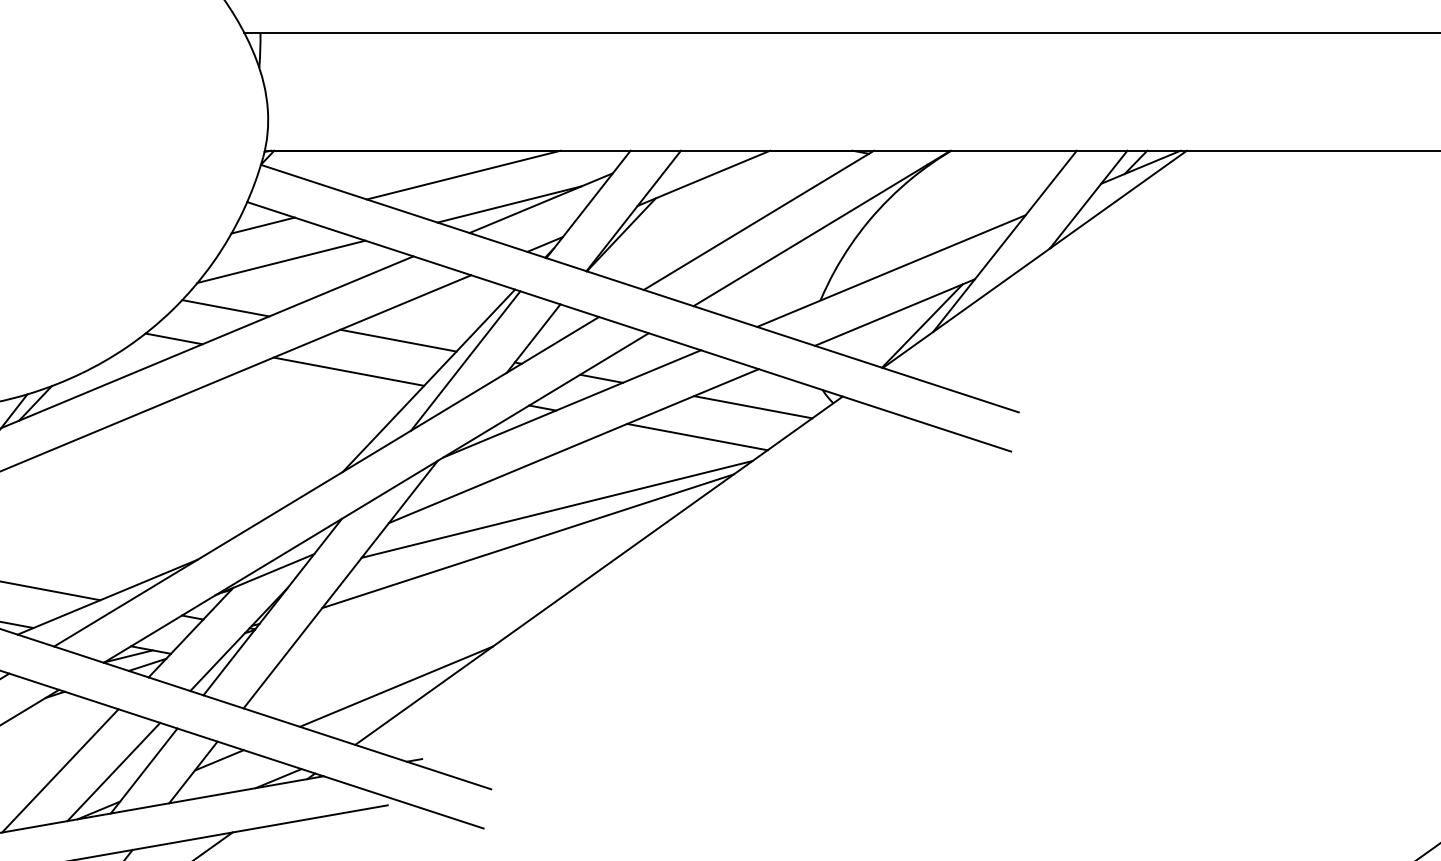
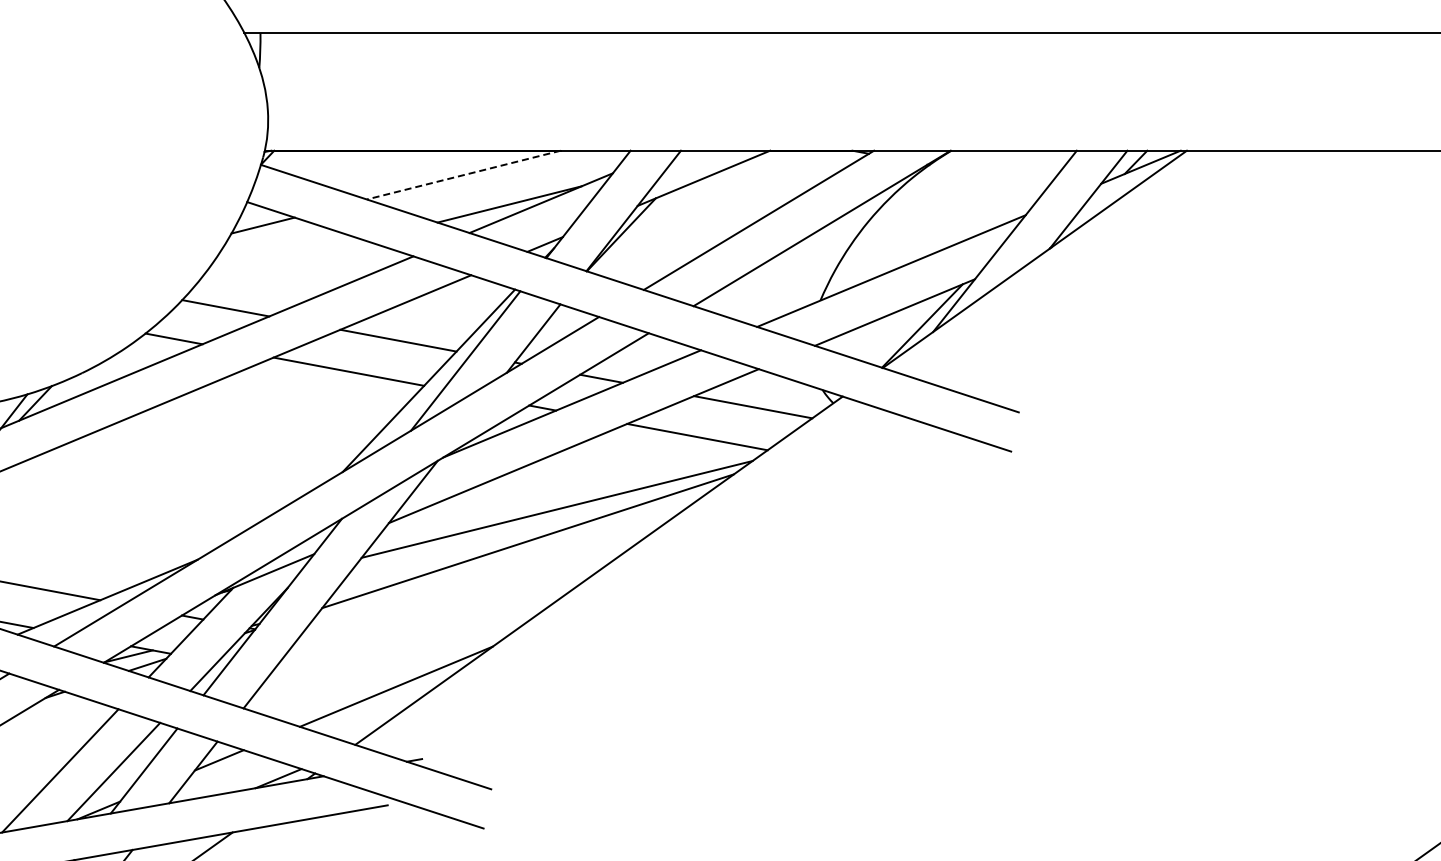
line at (463, 175): solid -> dashed
line at (281, 261): present -> none
